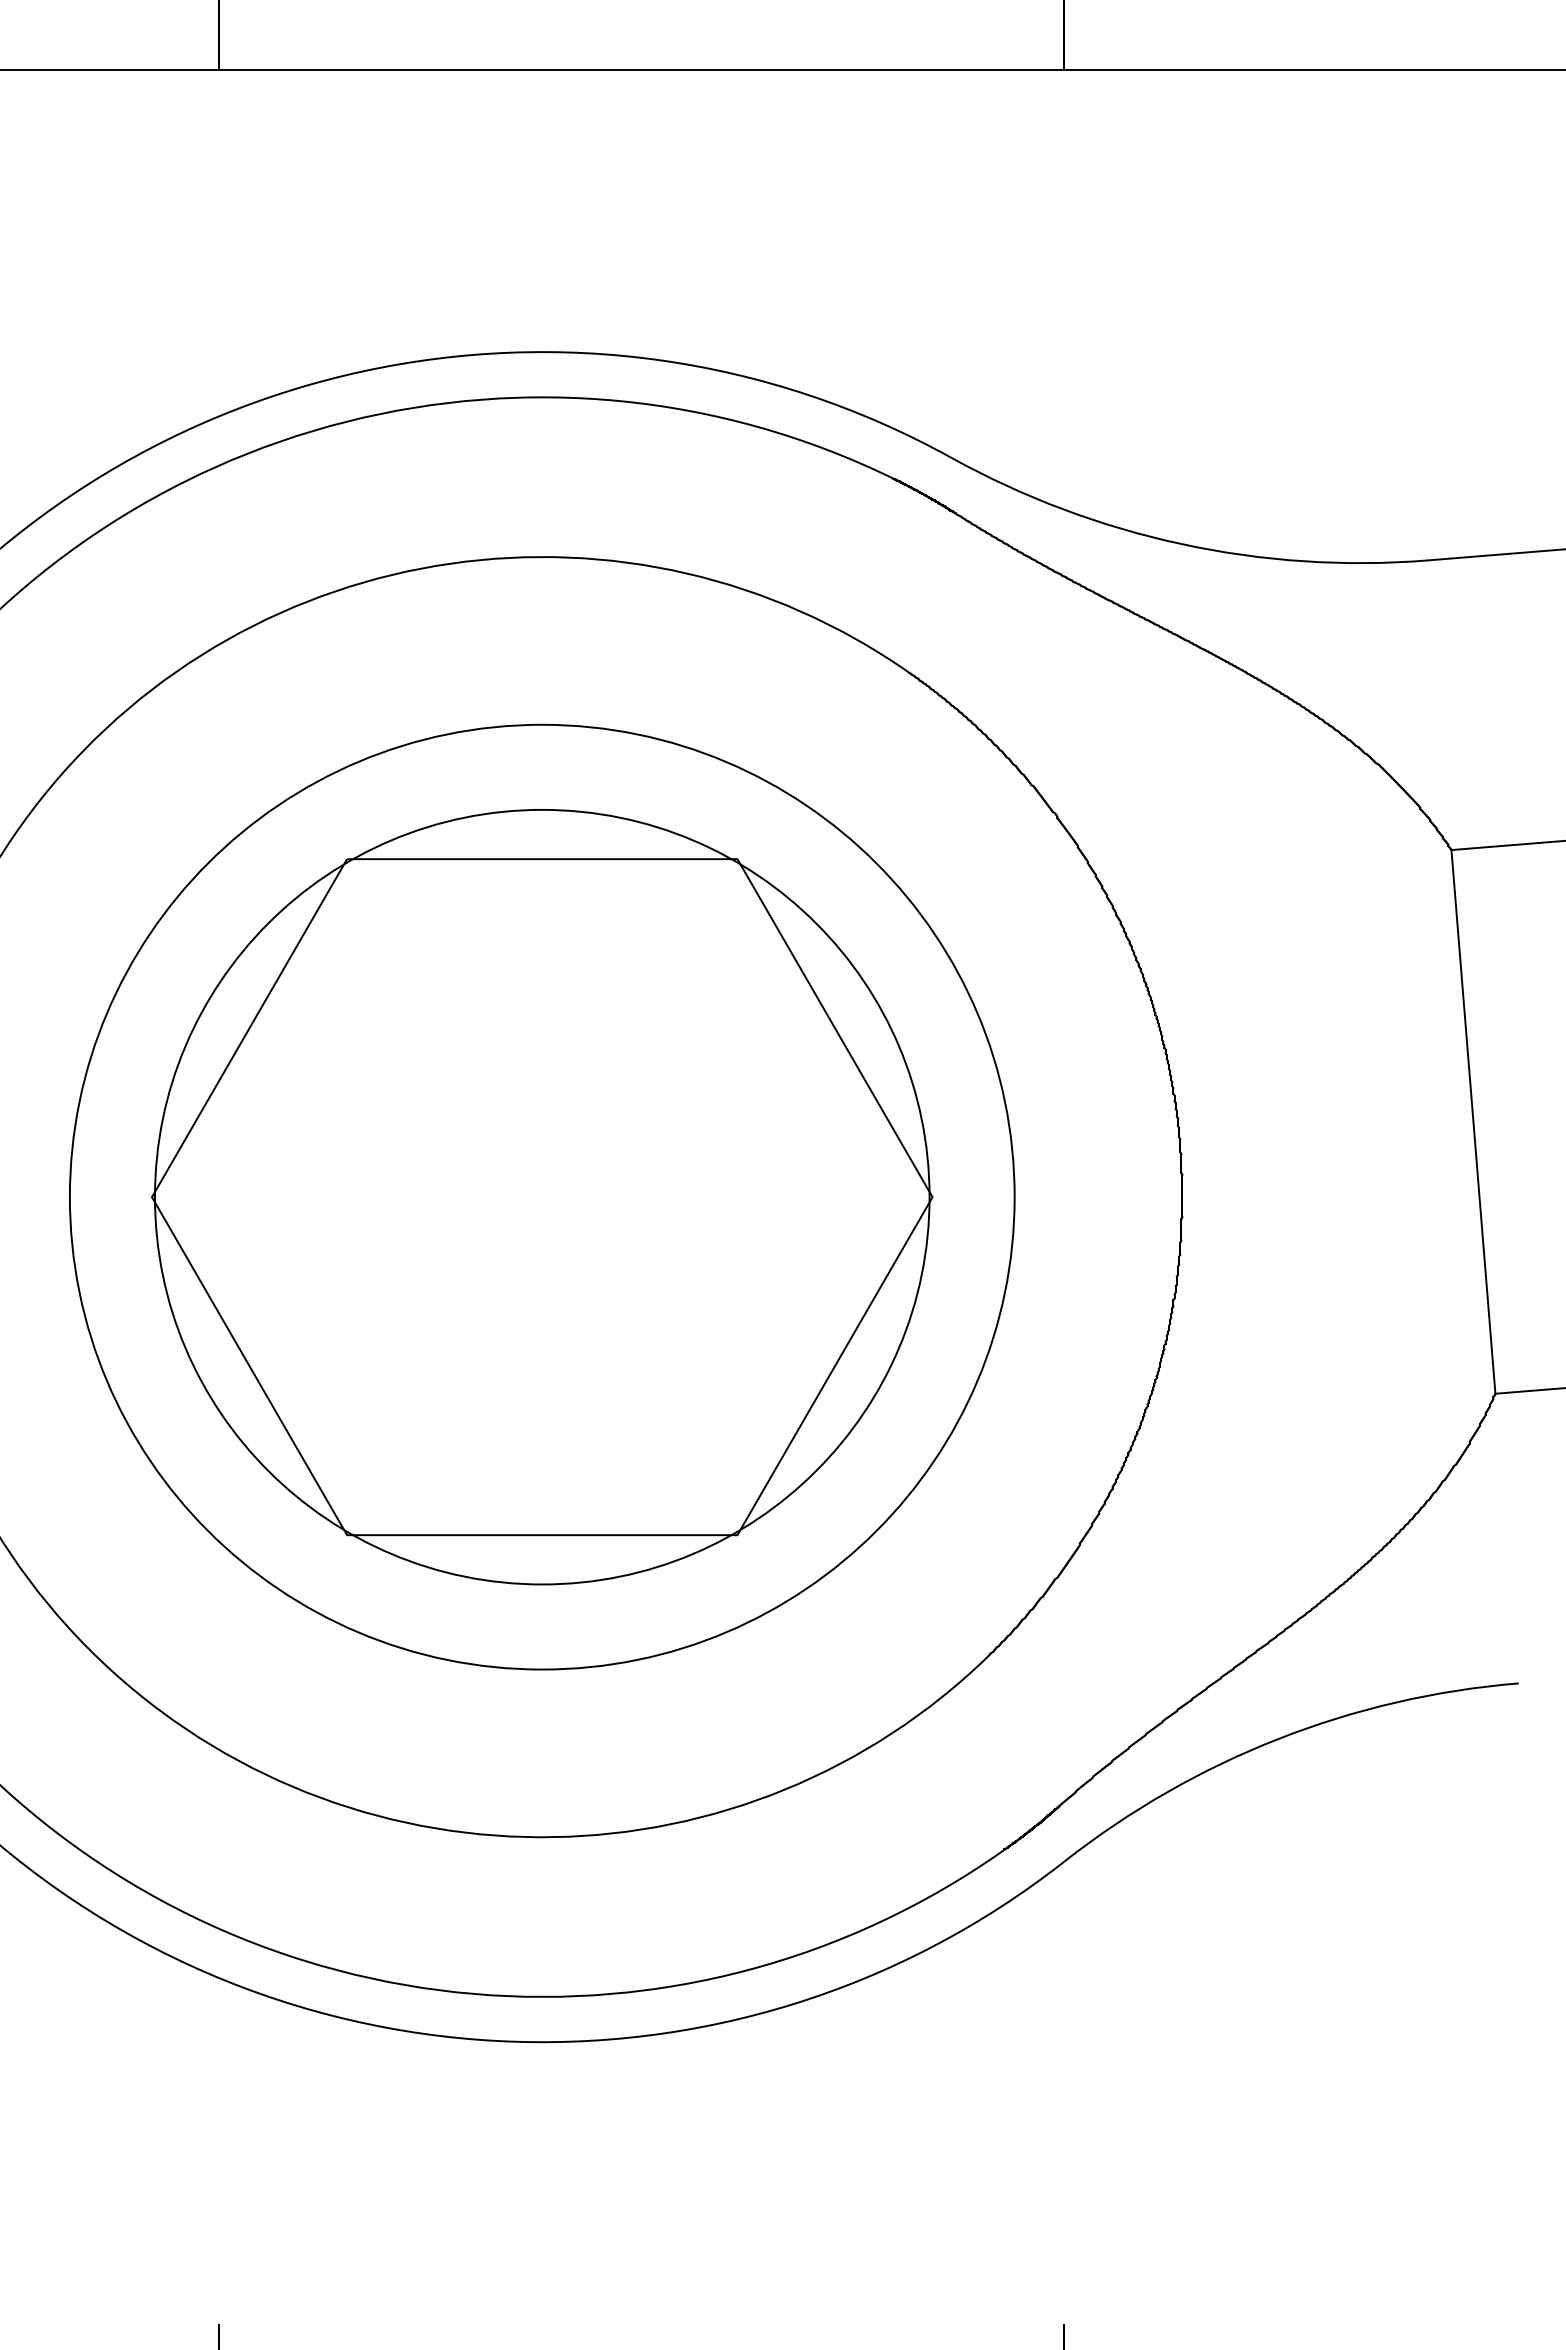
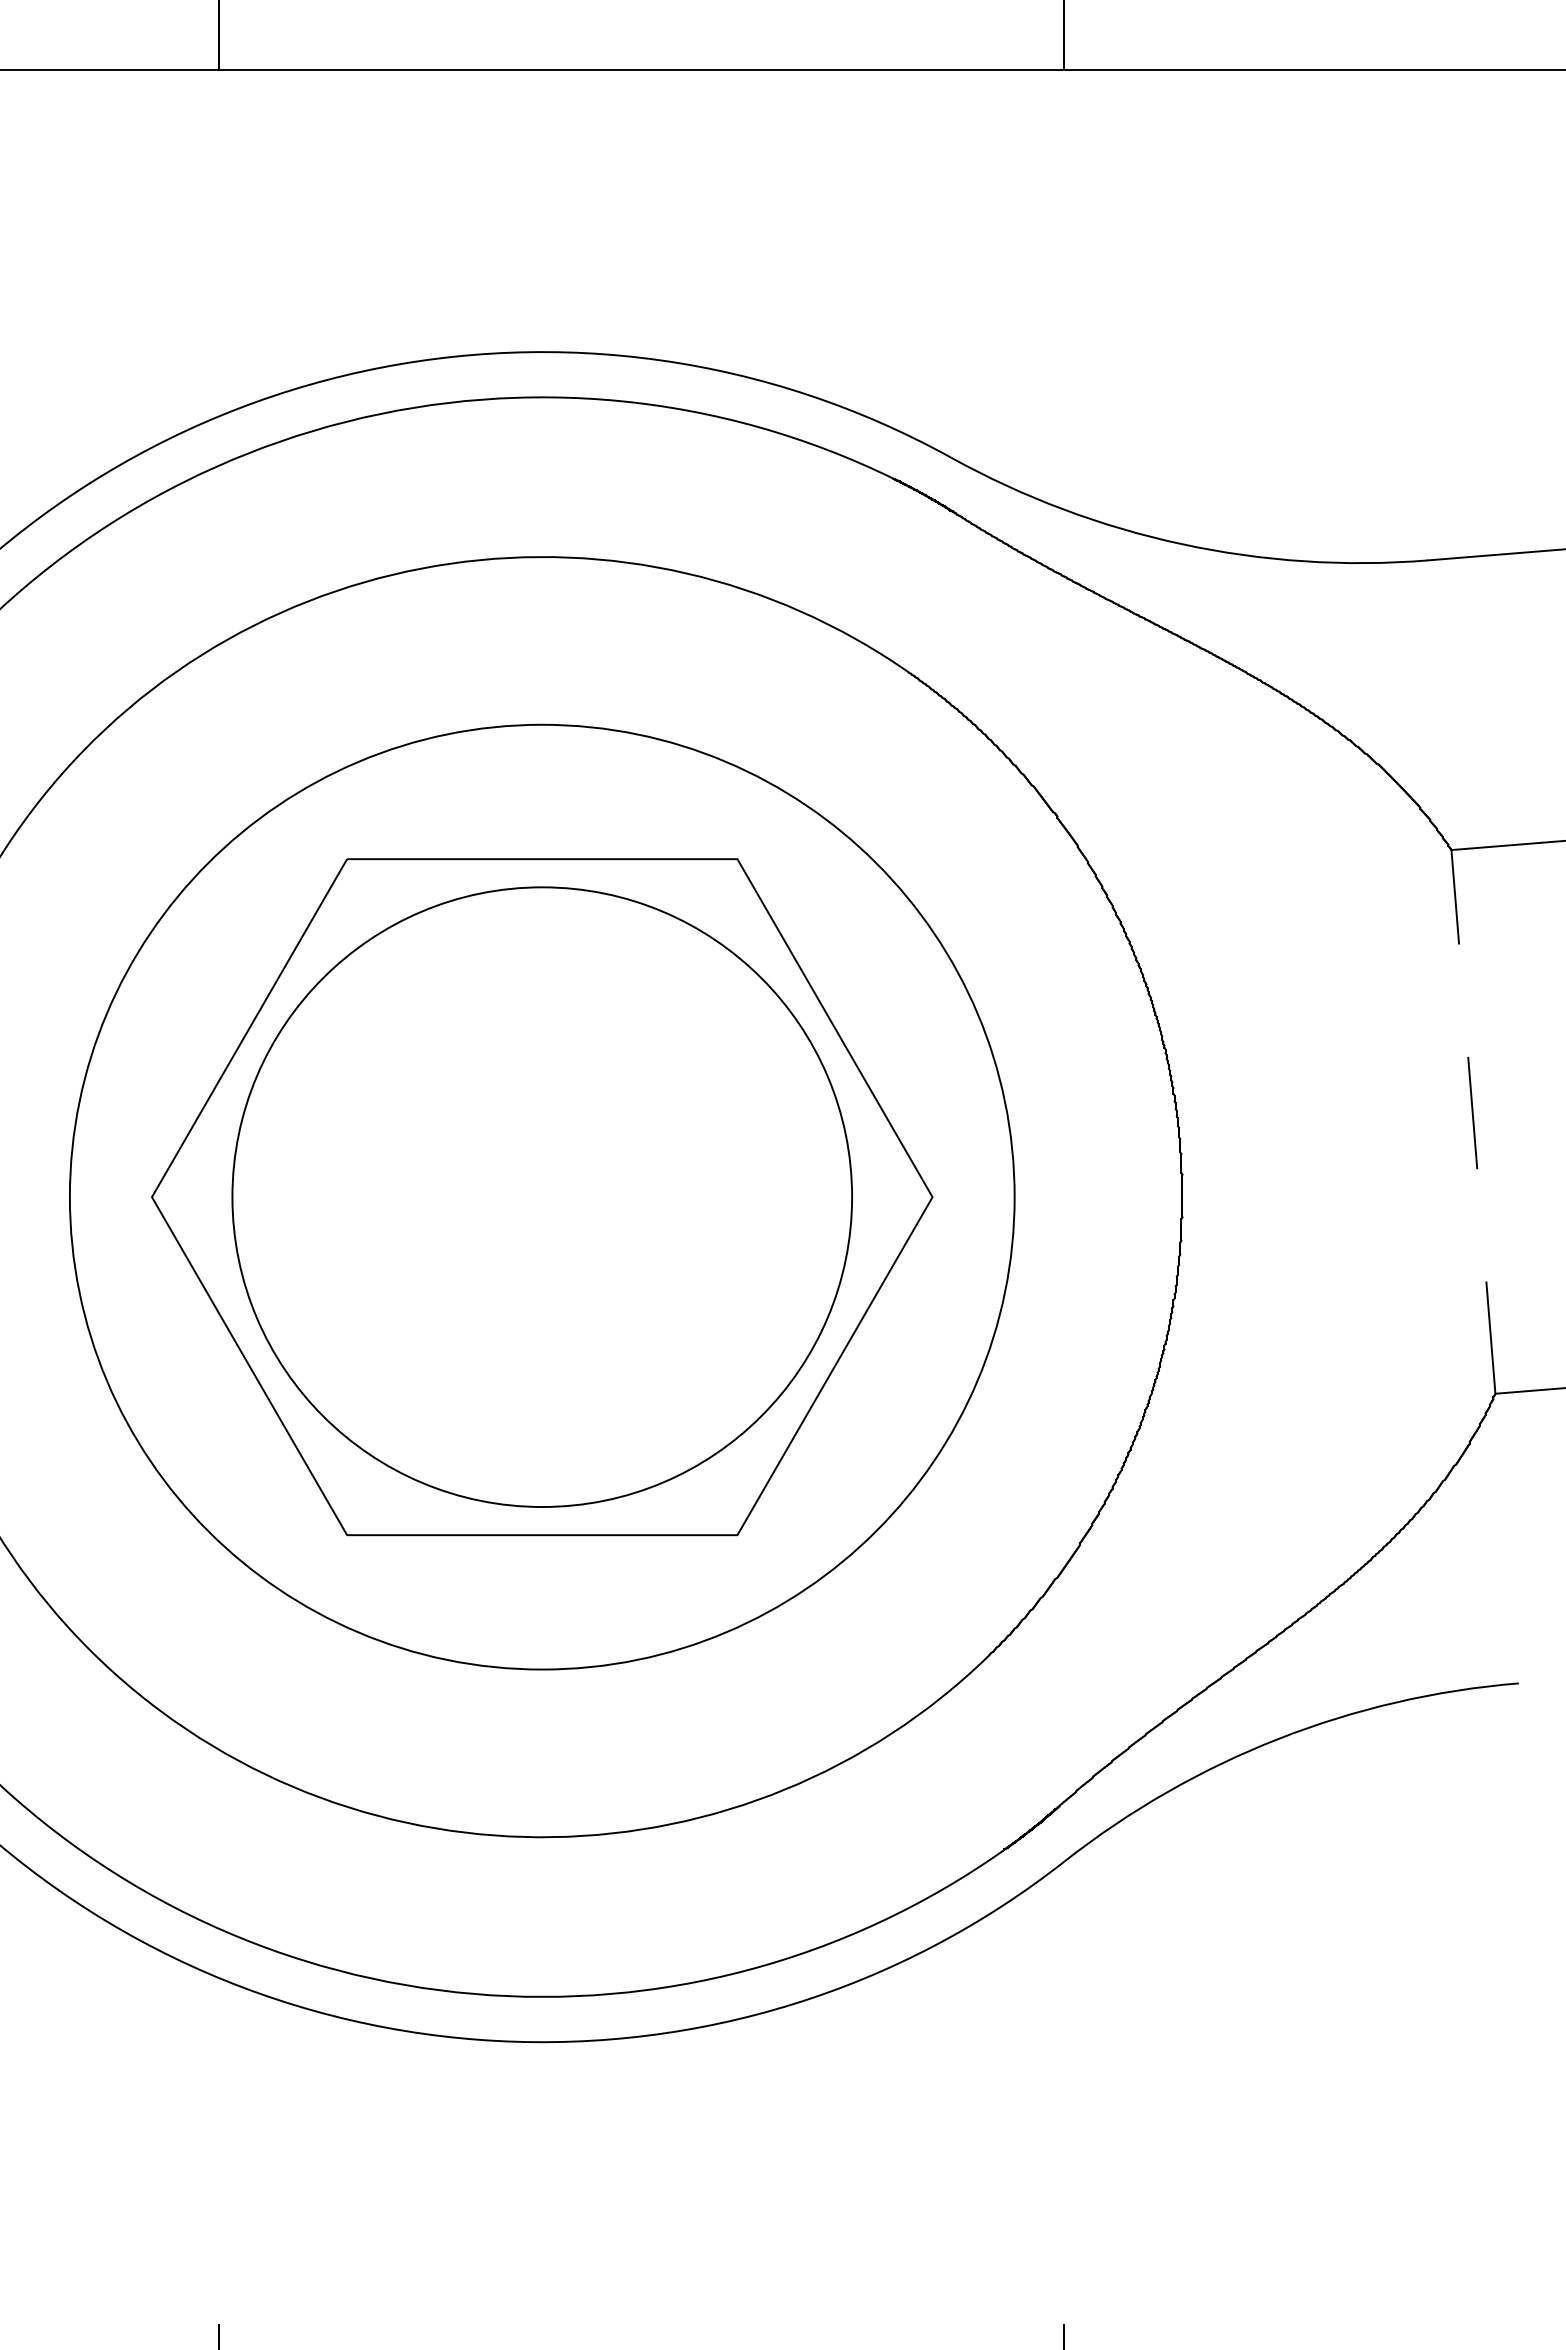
line at (1473, 1121): solid -> dashed
circle at (541, 1196) diameter: 775 px -> 620 px
